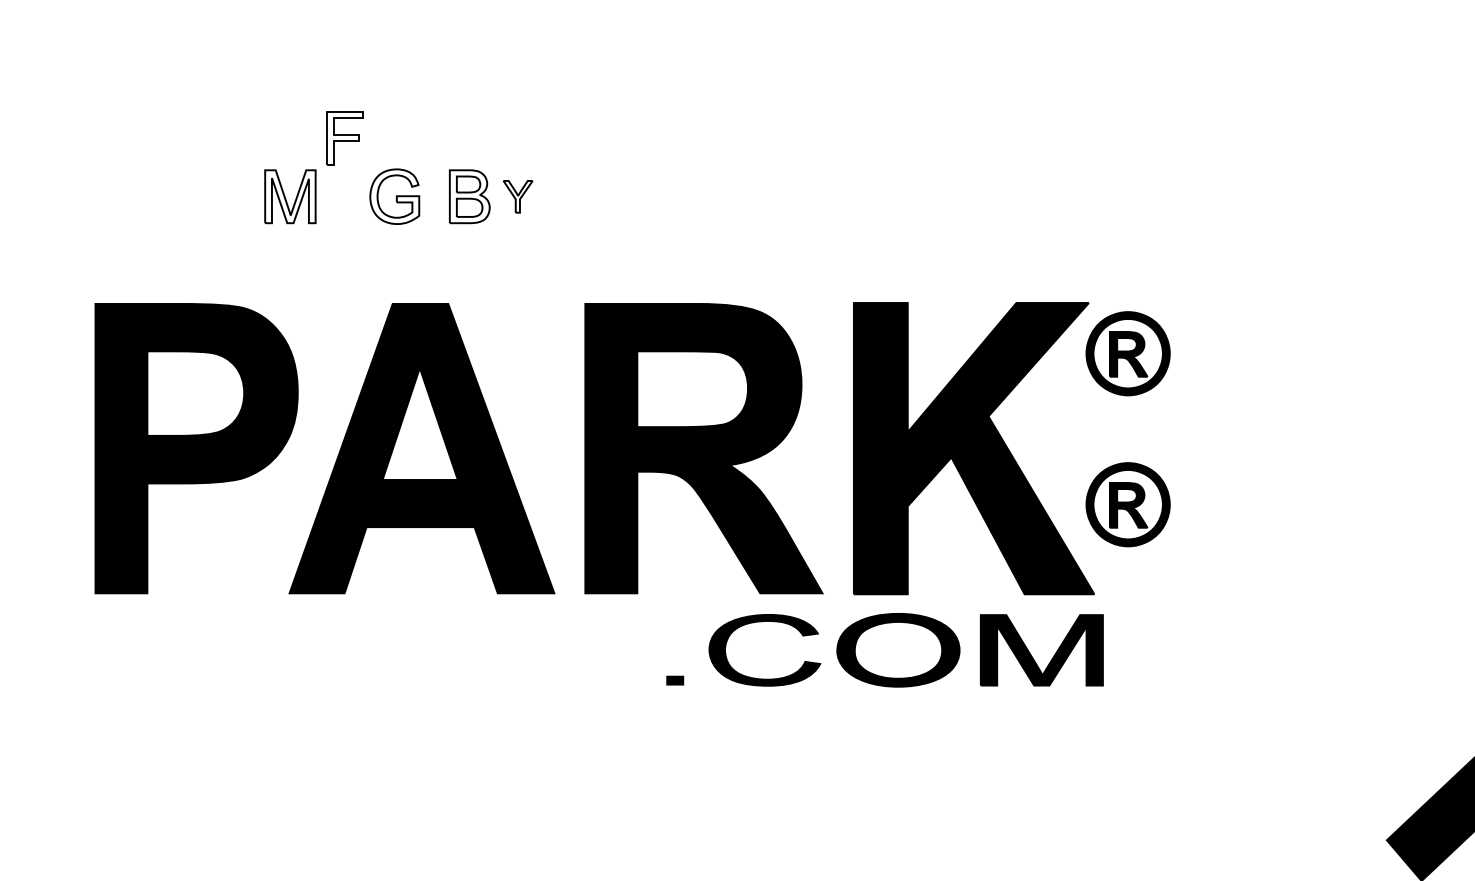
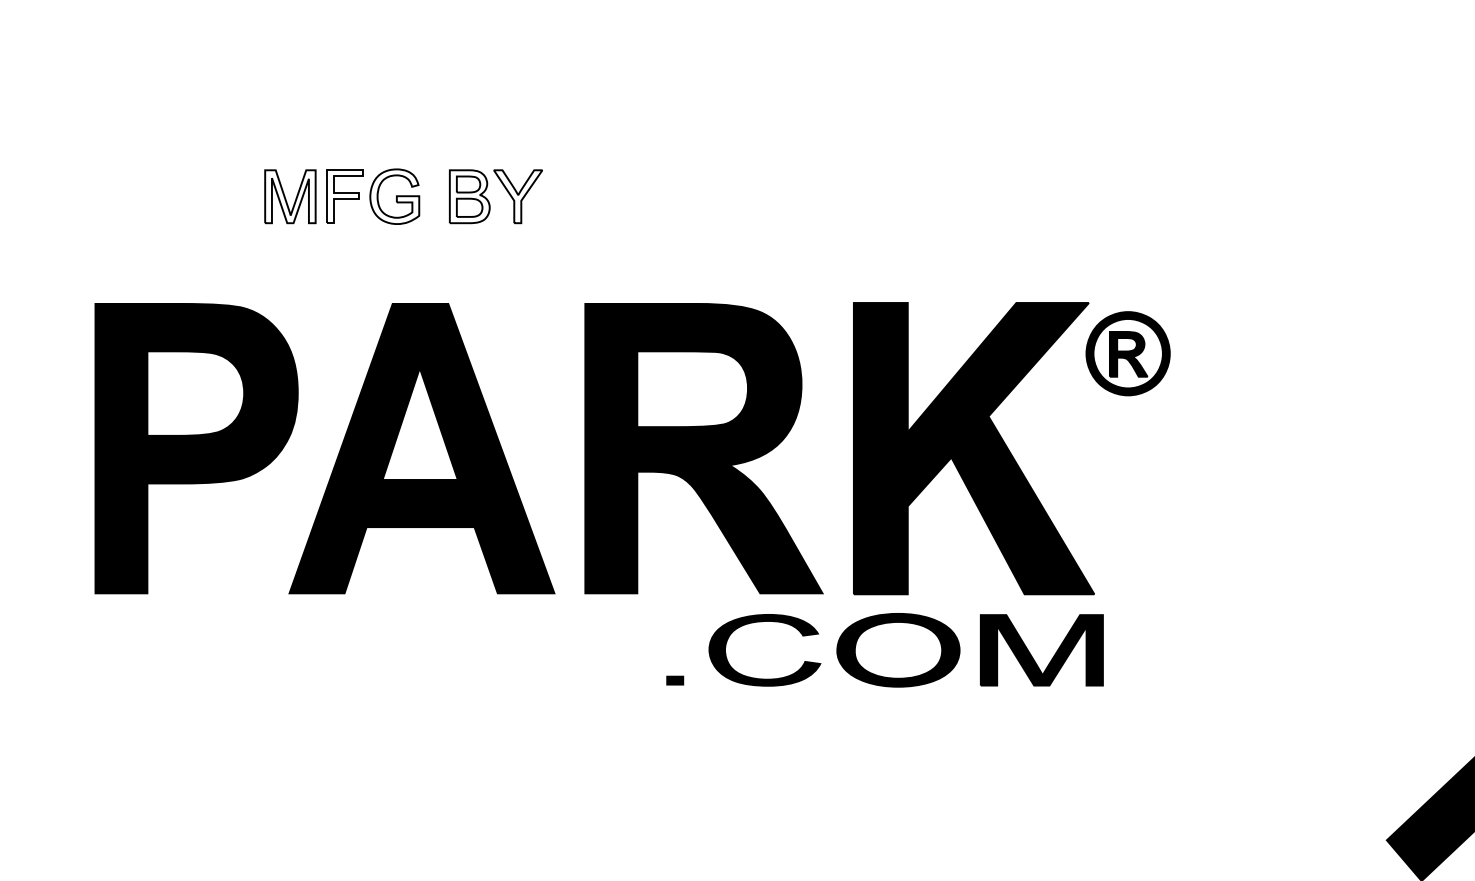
part at (344, 138) position: (344, 138) -> (344, 196)
part at (518, 196) size: 31x34 px -> 50x56 px
part at (1127, 504): present -> none
